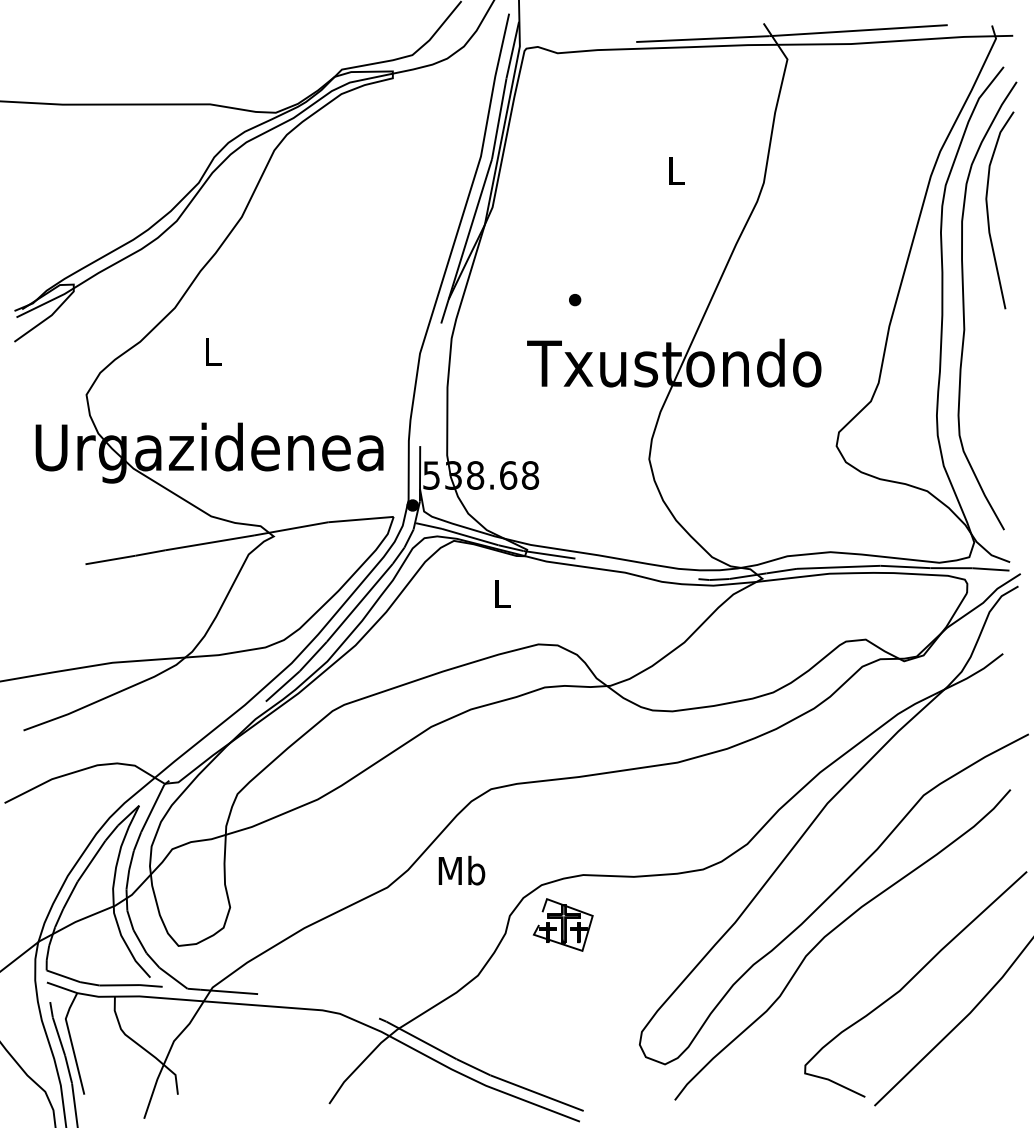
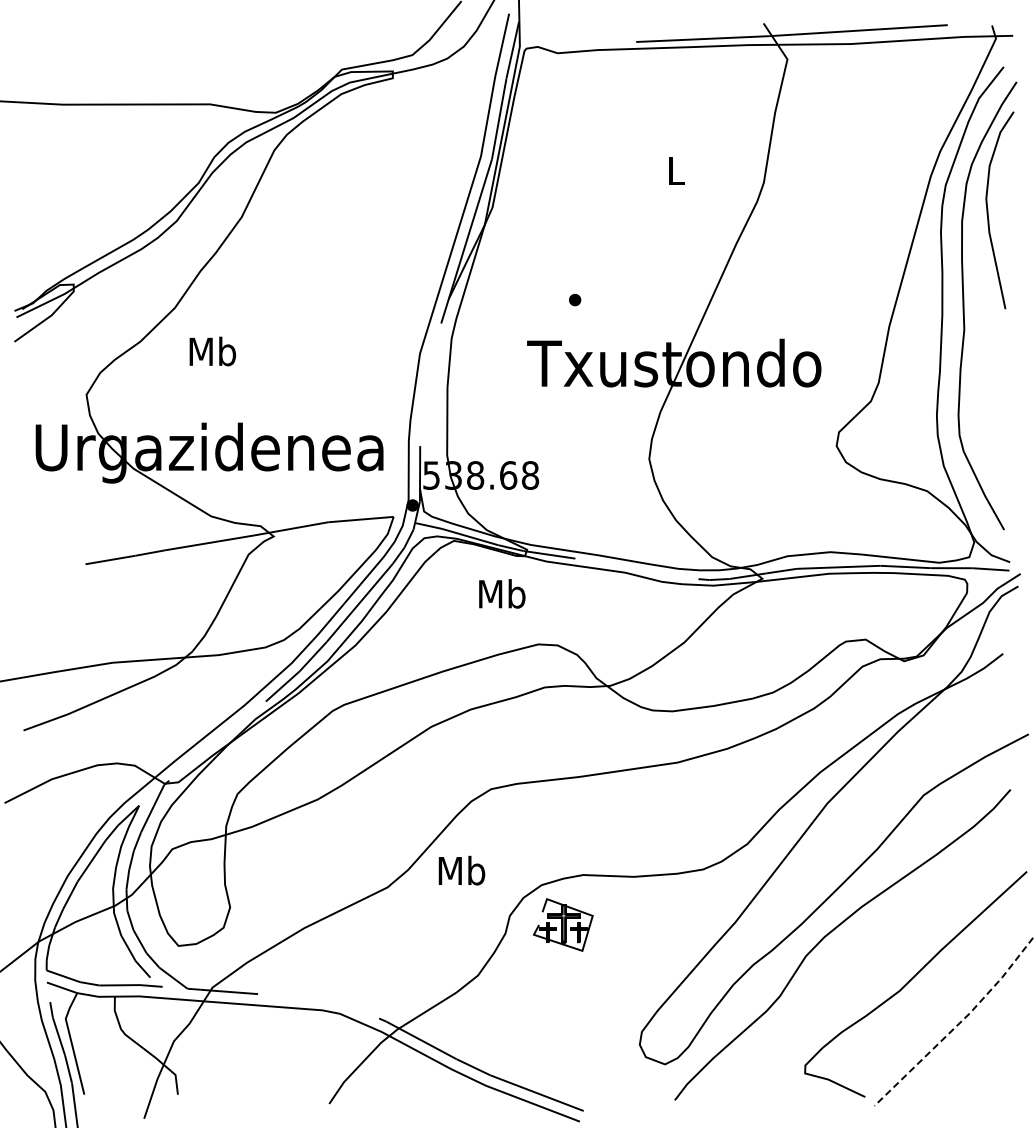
text at (212, 351): L -> Mb
text at (502, 593): L -> Mb
line at (958, 1024): solid -> dashed
